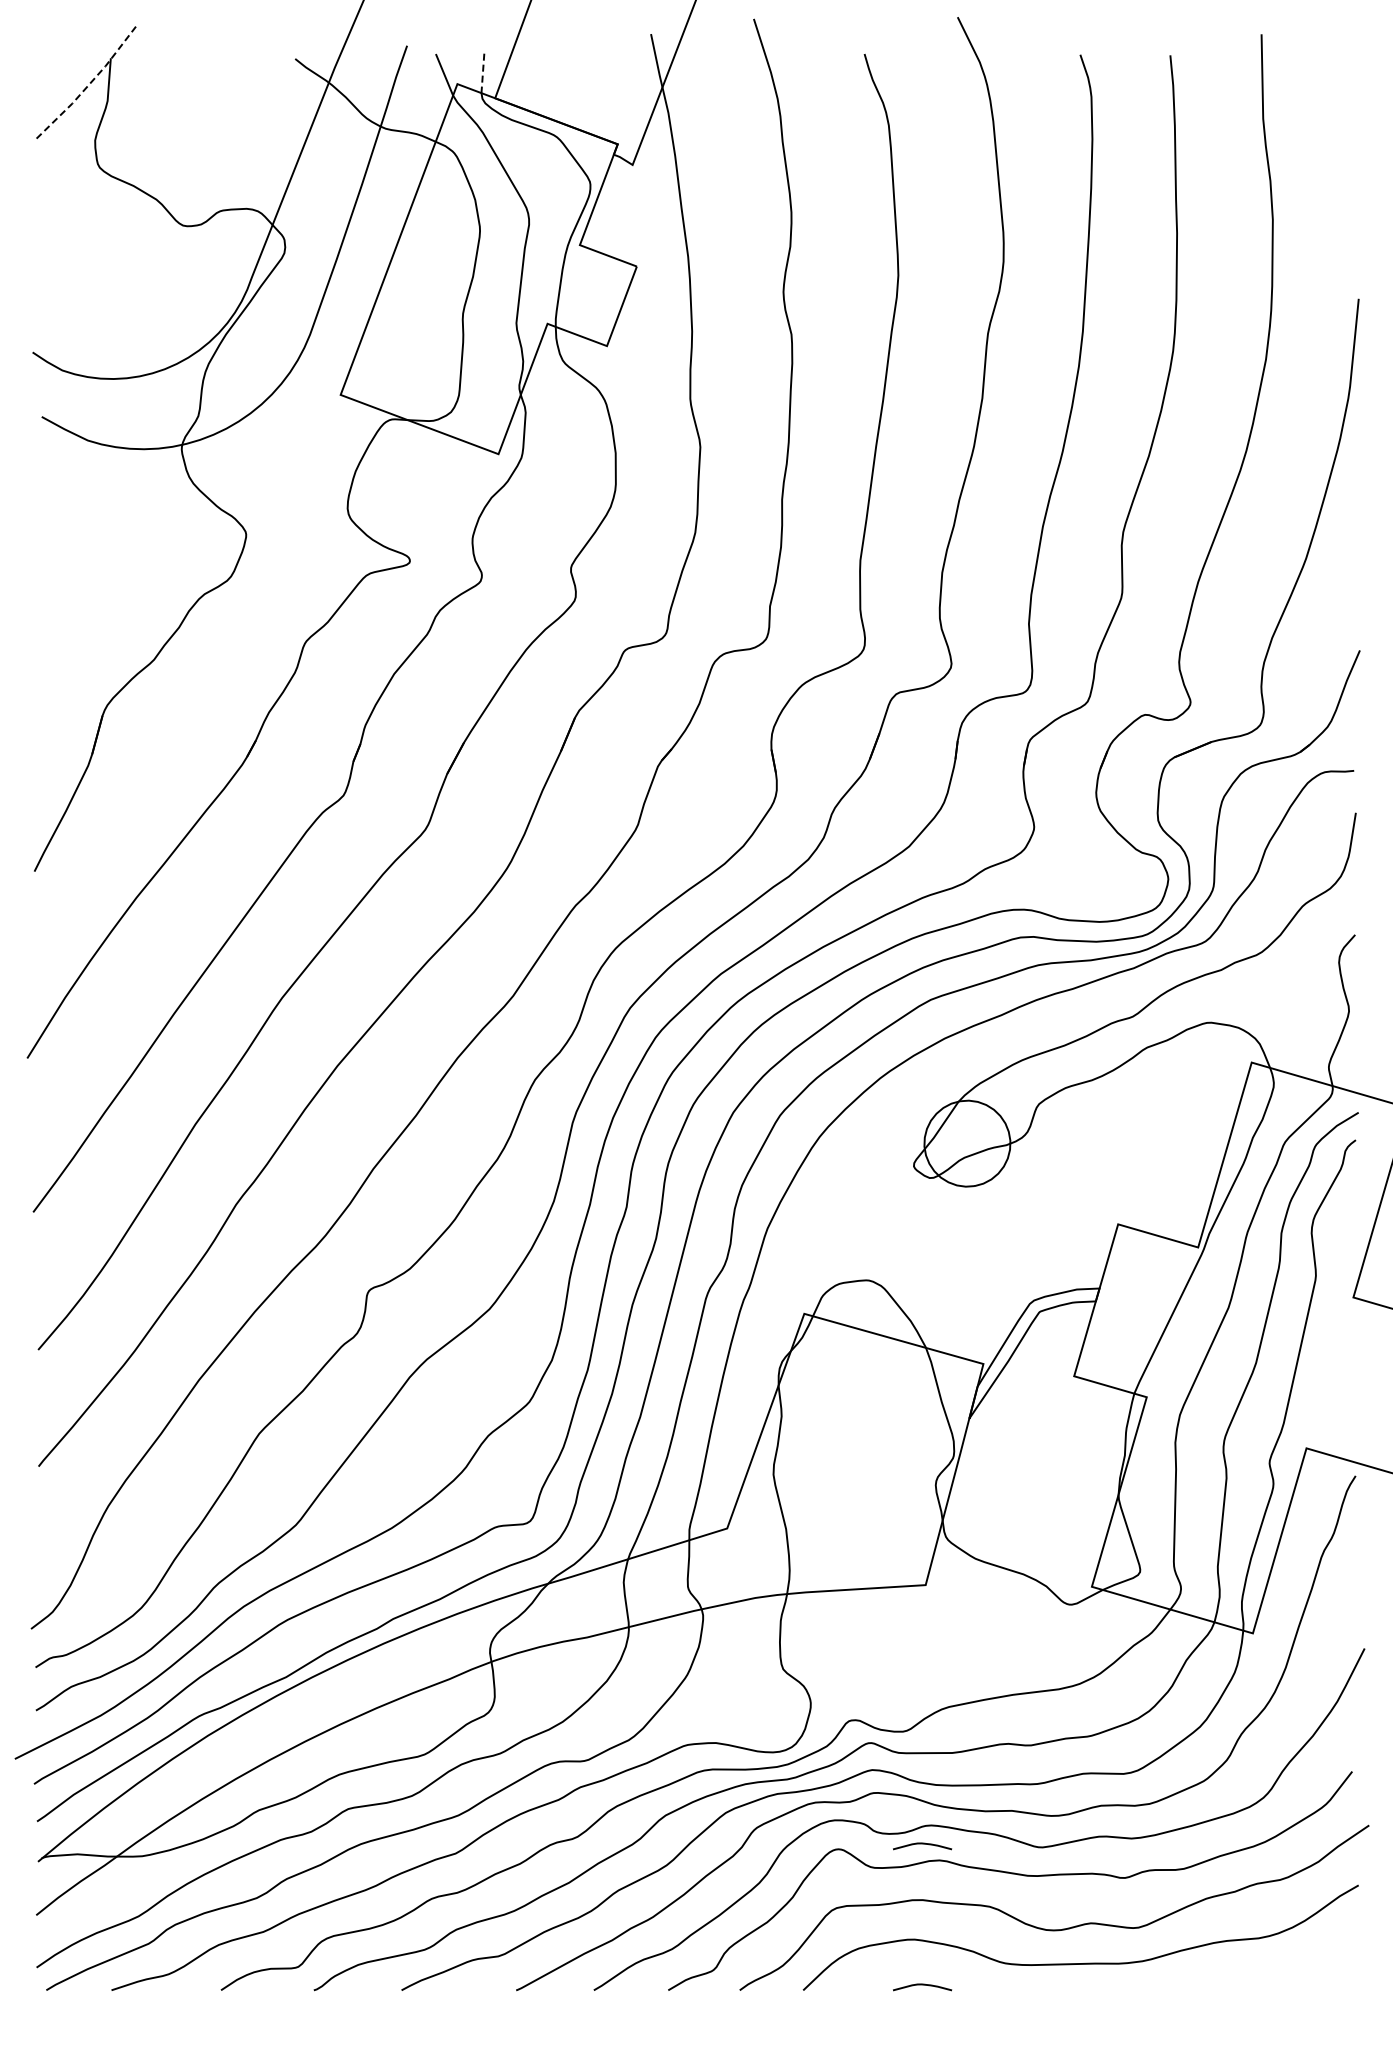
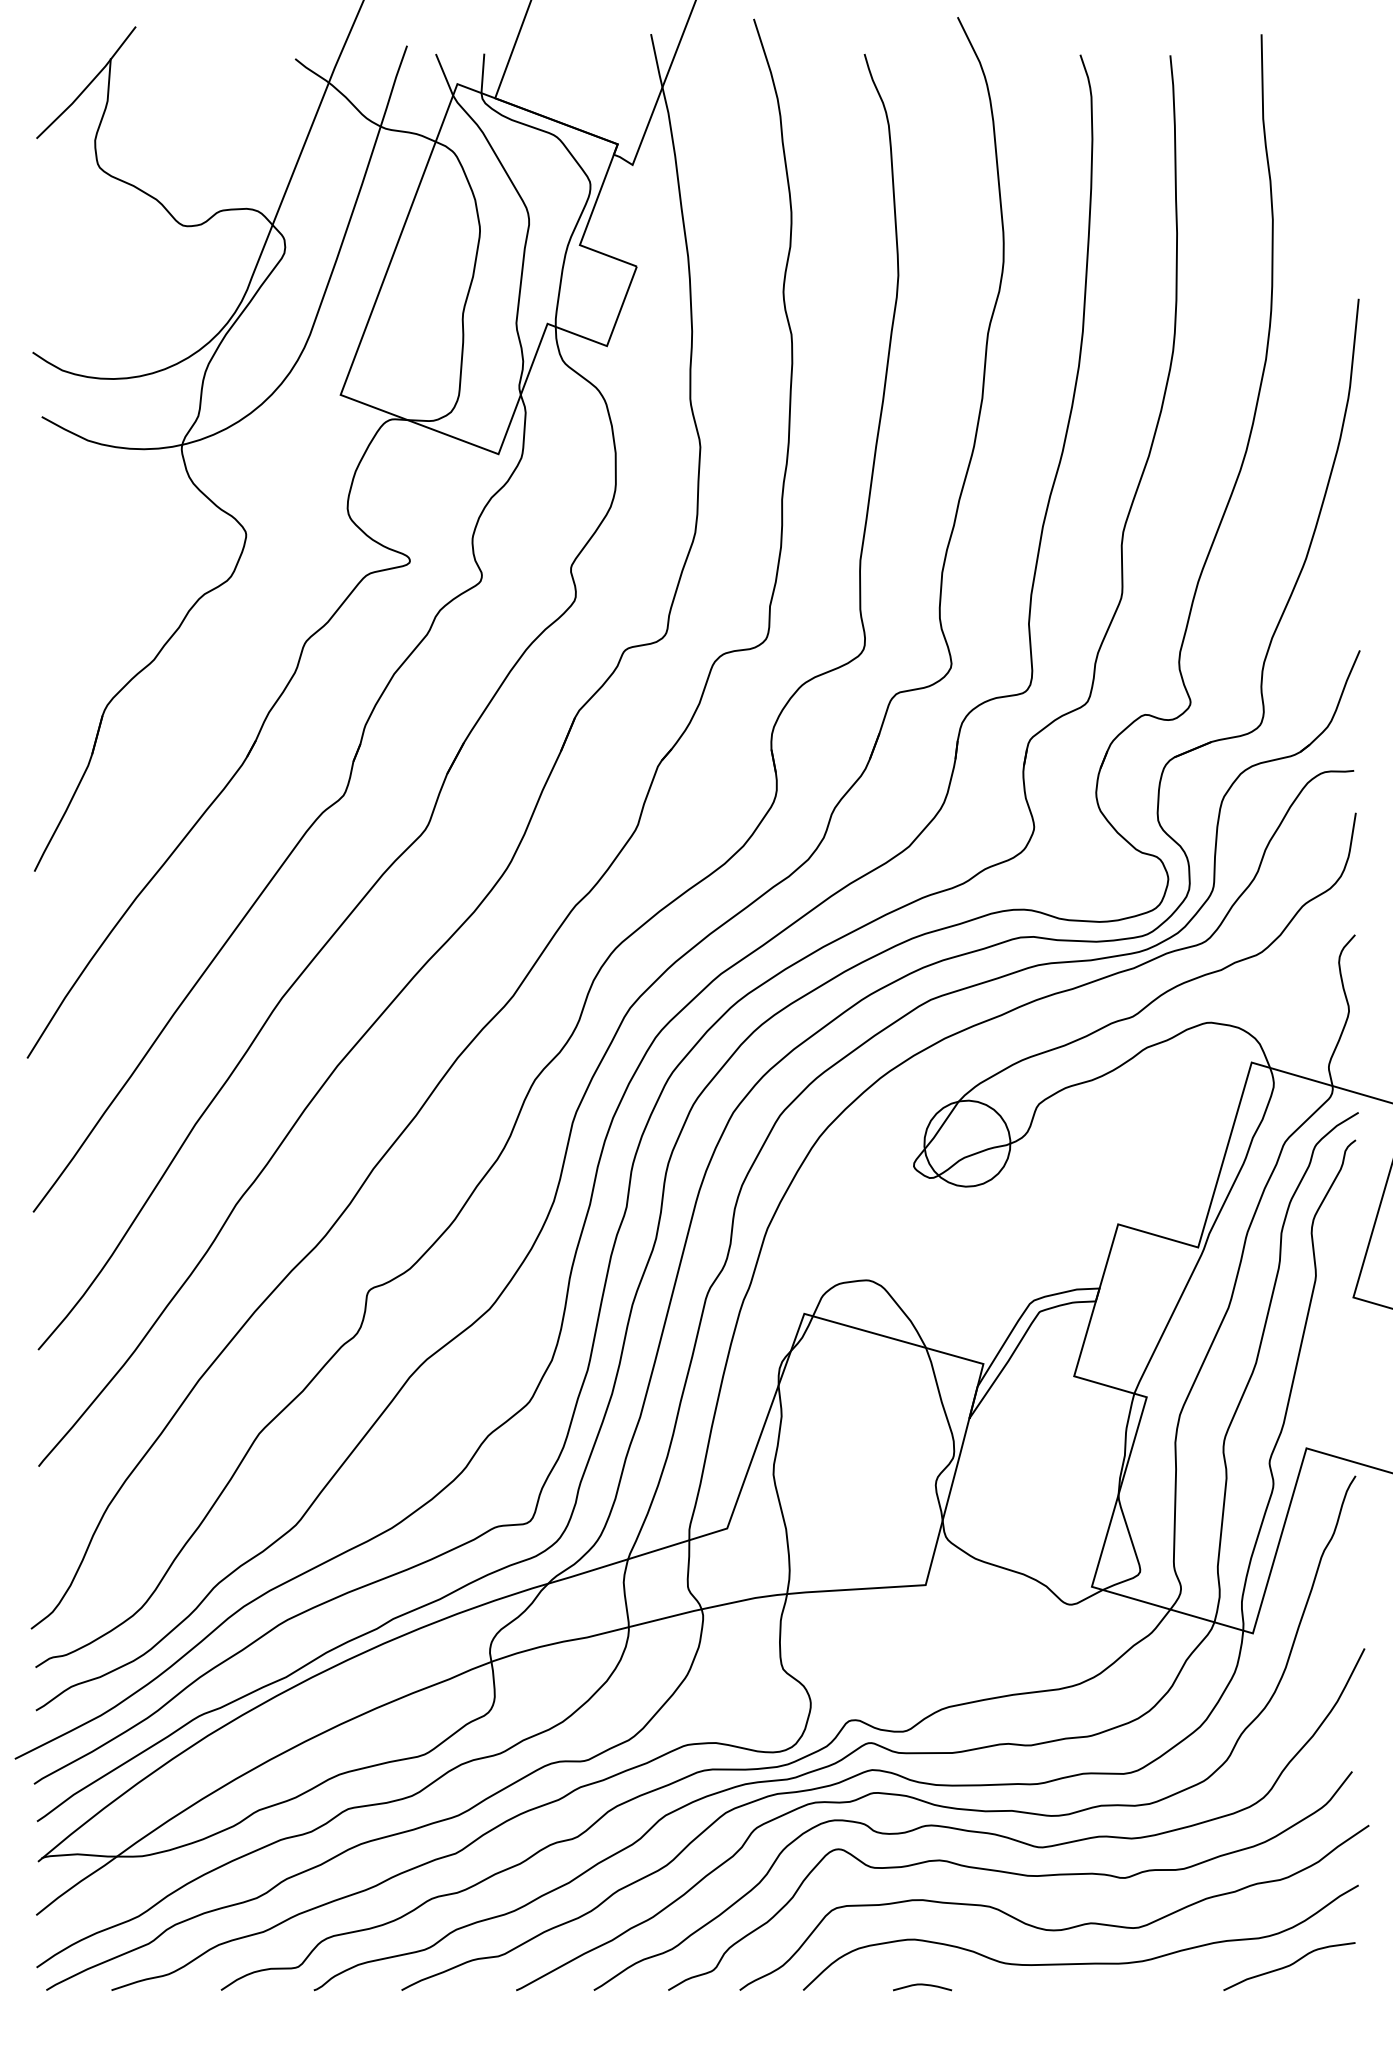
line at (482, 73): dashed -> solid
line at (88, 85): dashed -> solid
curve at (922, 1844): present -> none
curve at (1289, 1966): none -> present
